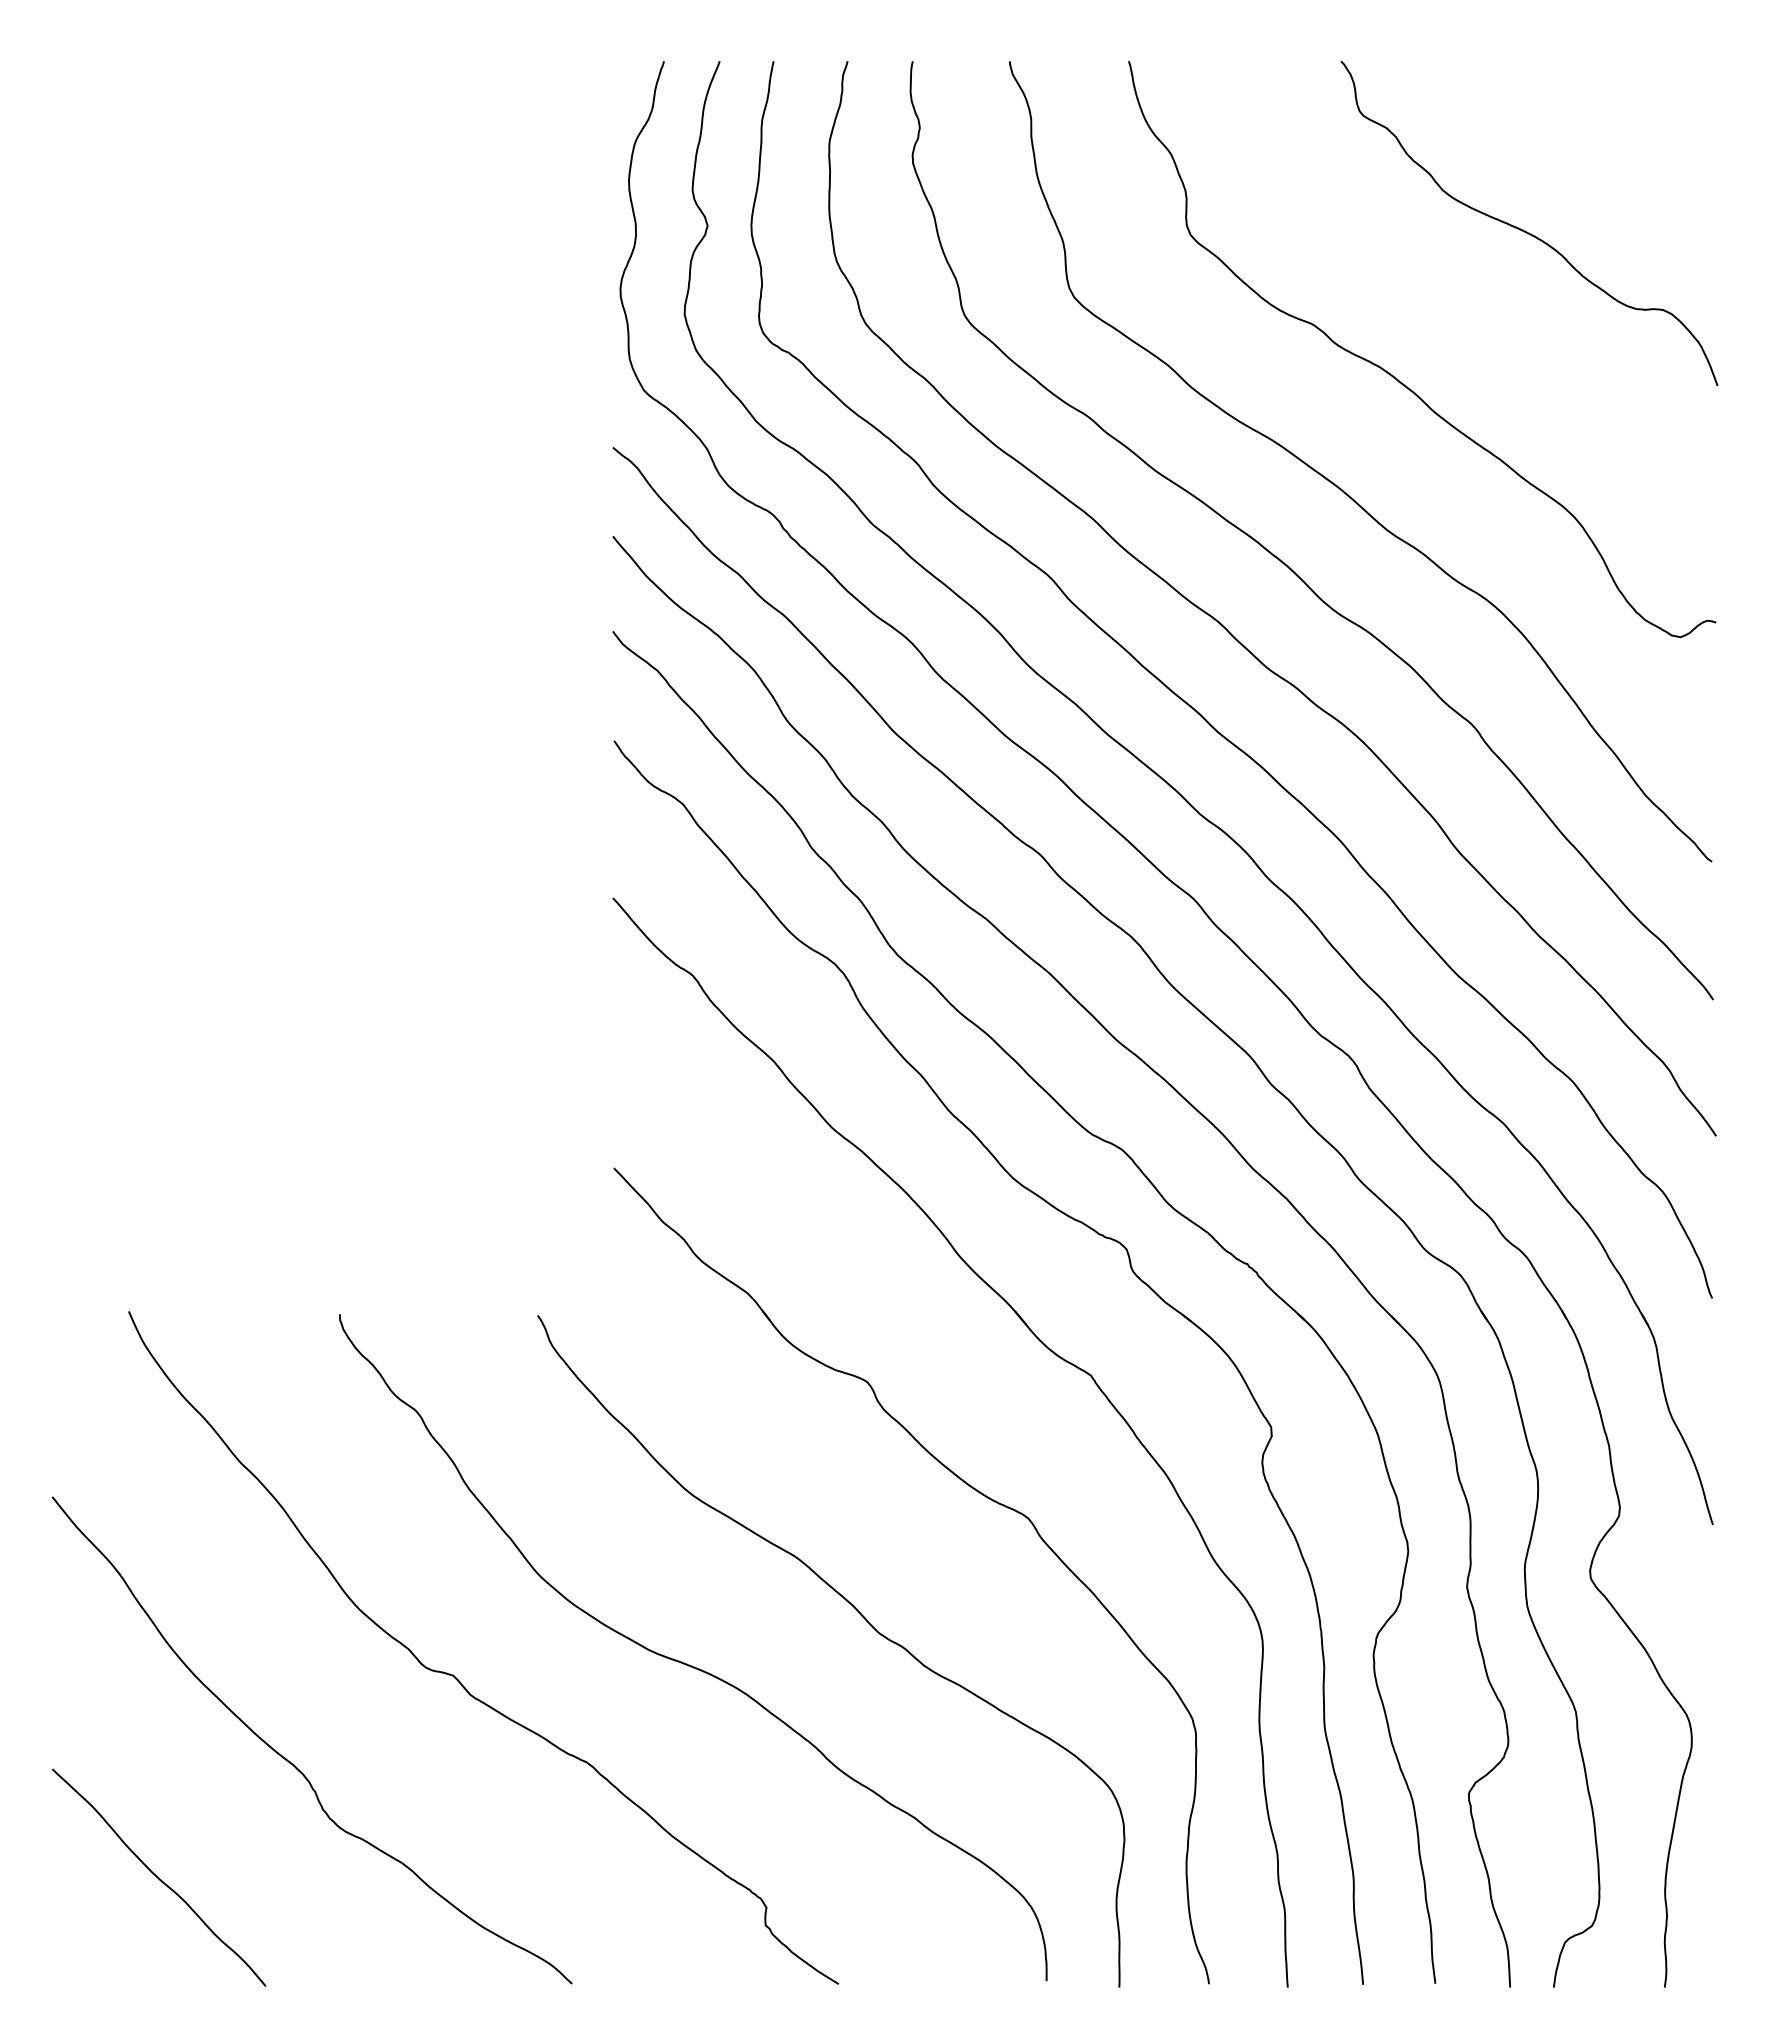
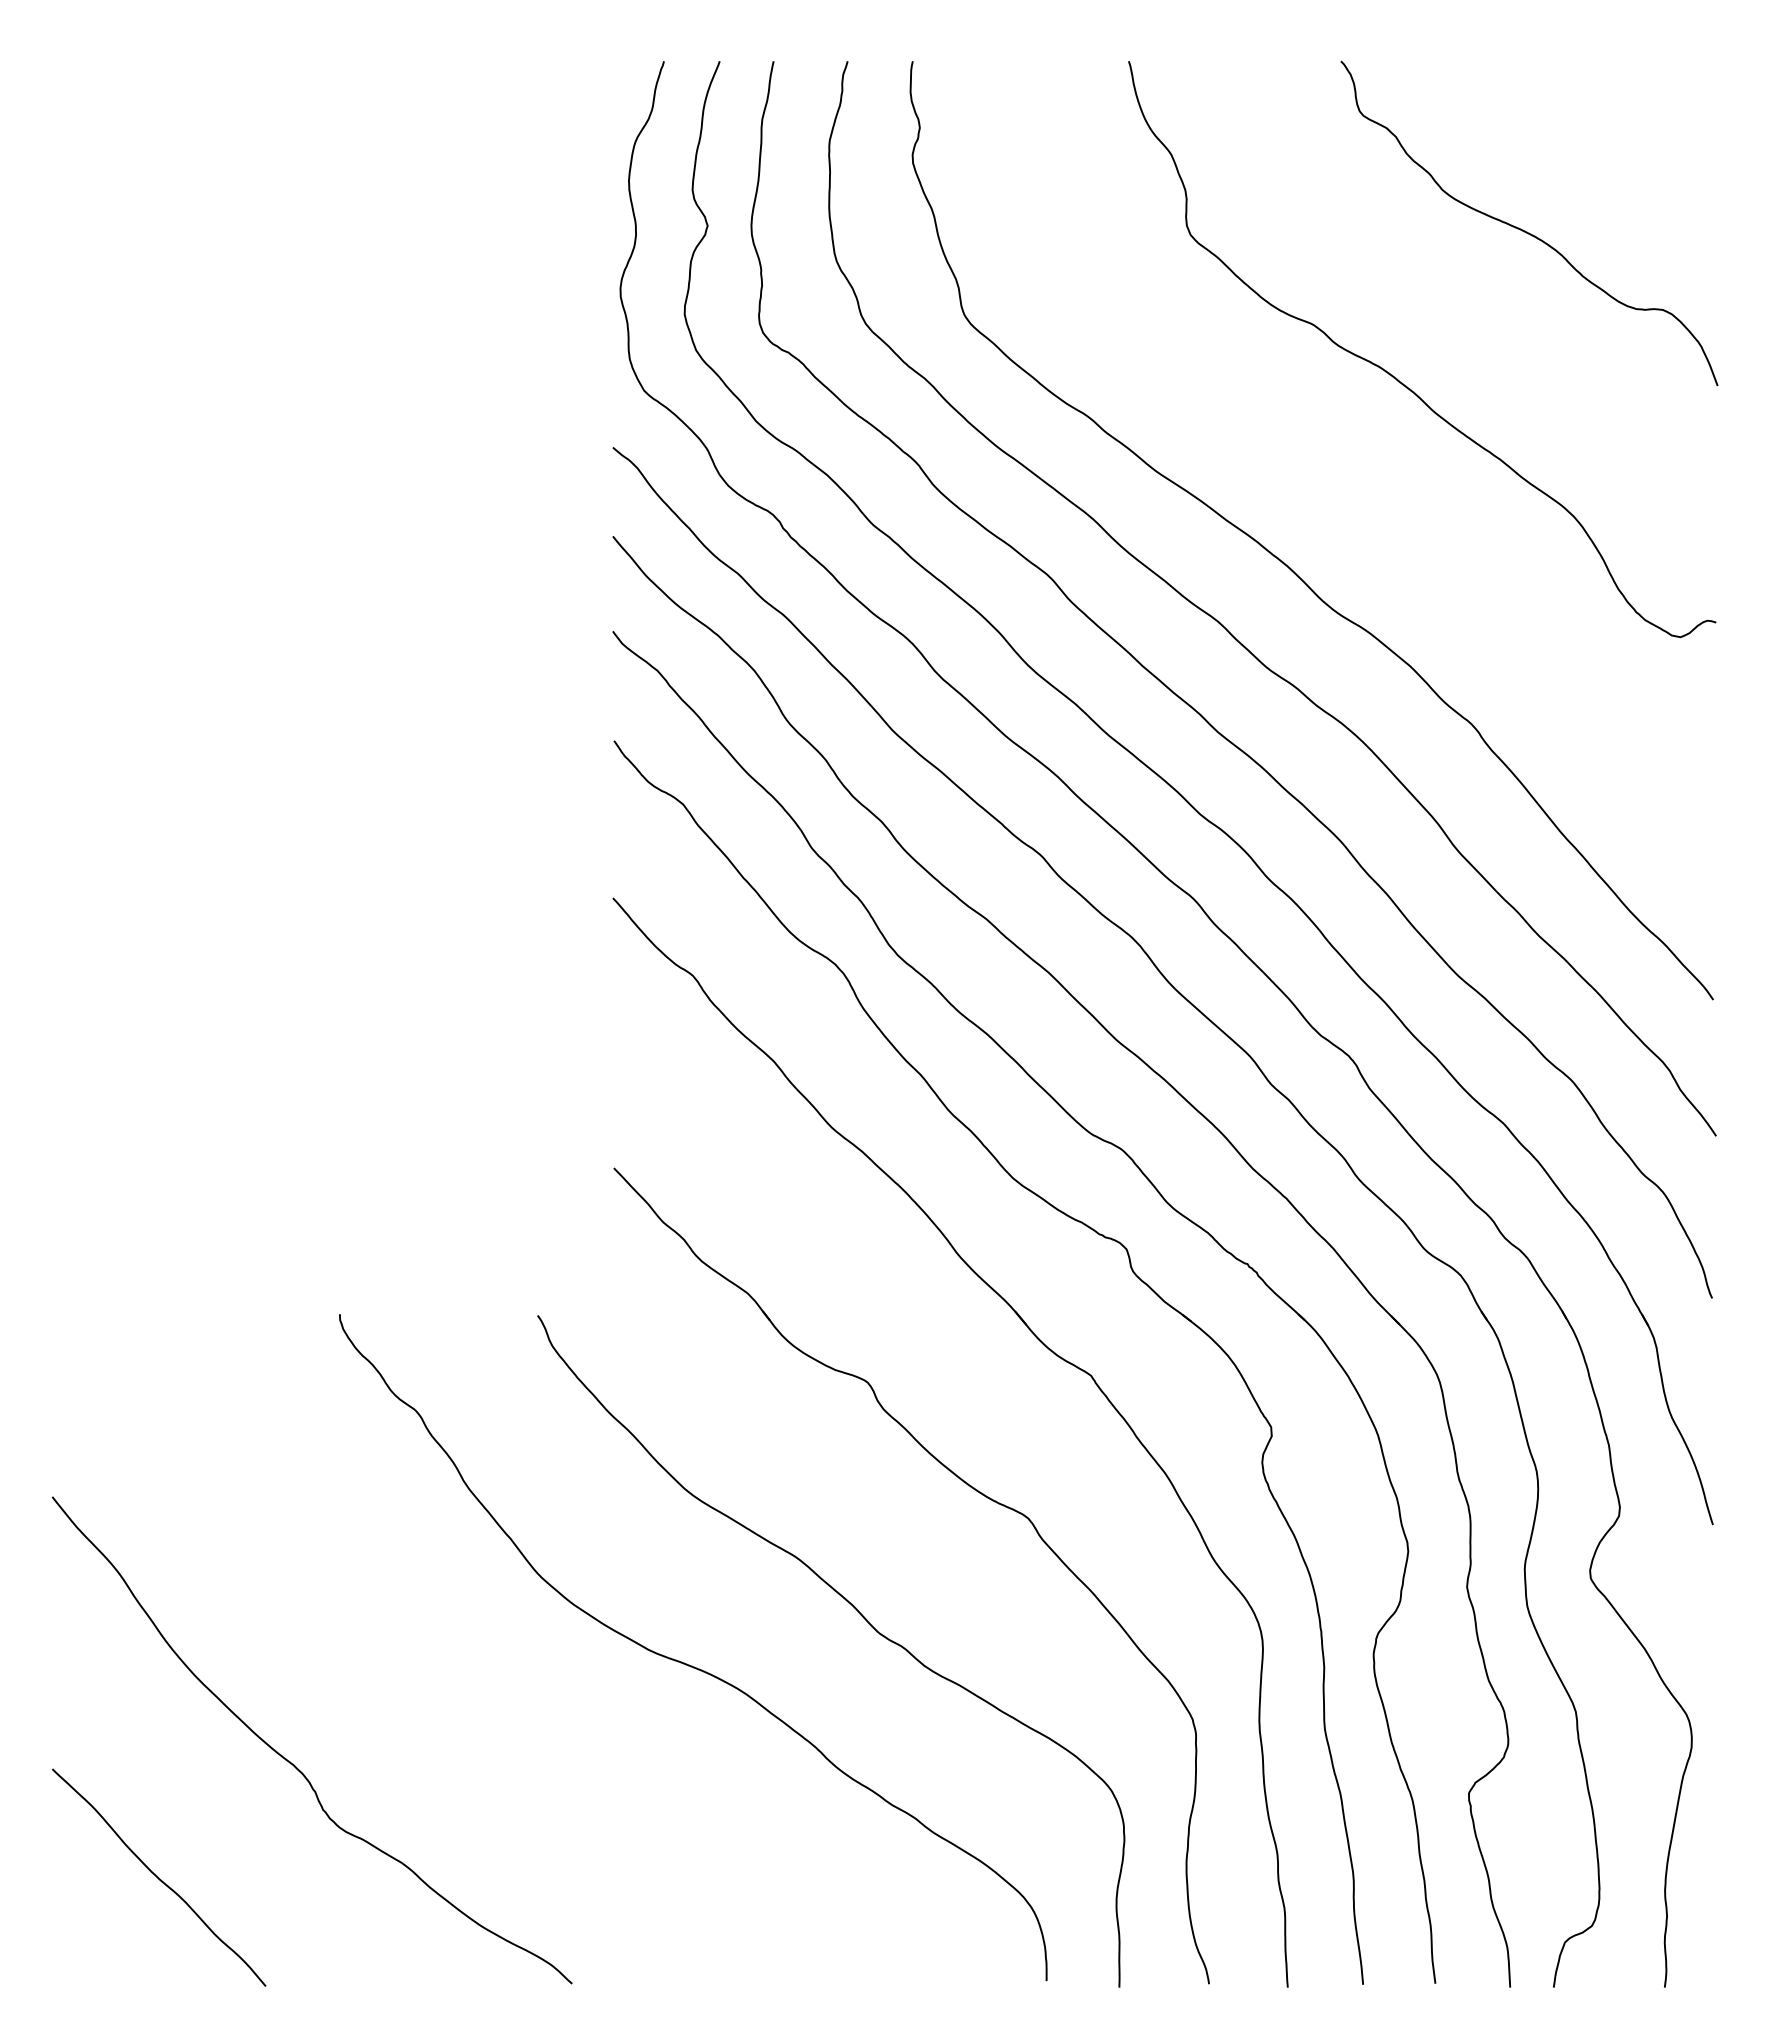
curve at (1341, 488): present -> none
curve at (454, 1675): present -> none
